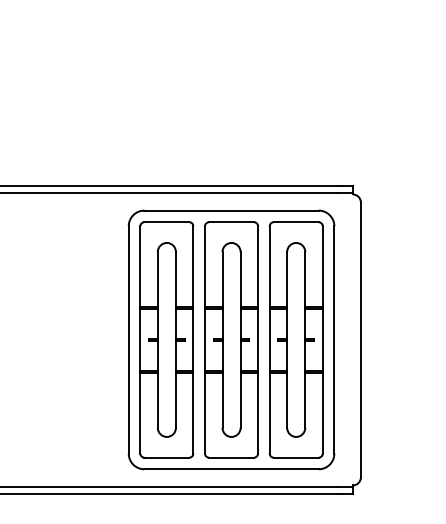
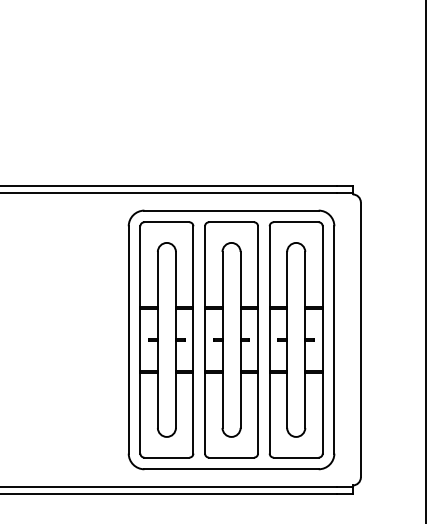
line at (425, 261): none -> present
